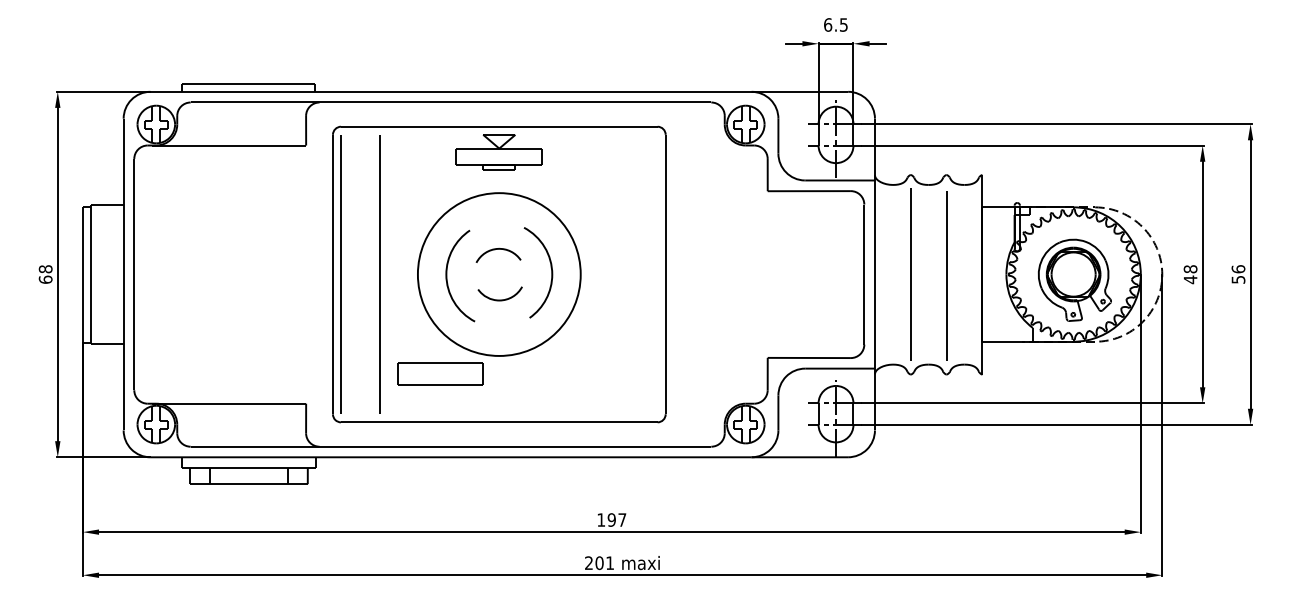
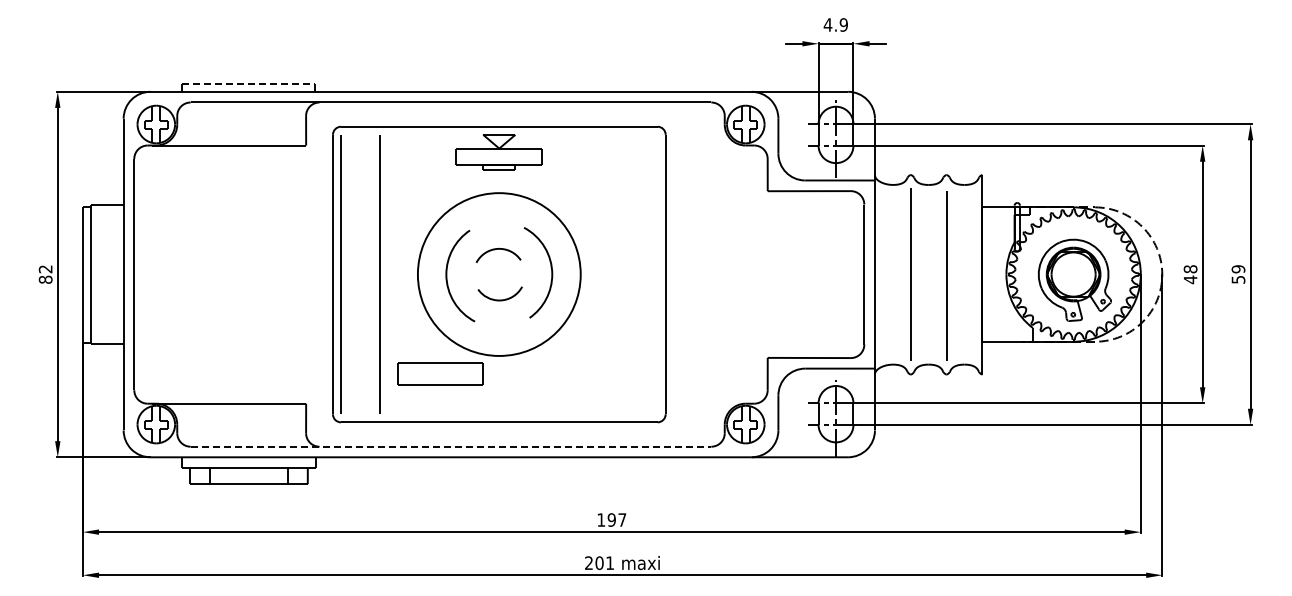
text at (835, 24): 6.5 -> 4.9
line at (249, 83): solid -> dashed
text at (1238, 269): 56 -> 59
text at (45, 274): 68 -> 82
line at (451, 446): solid -> dashed
